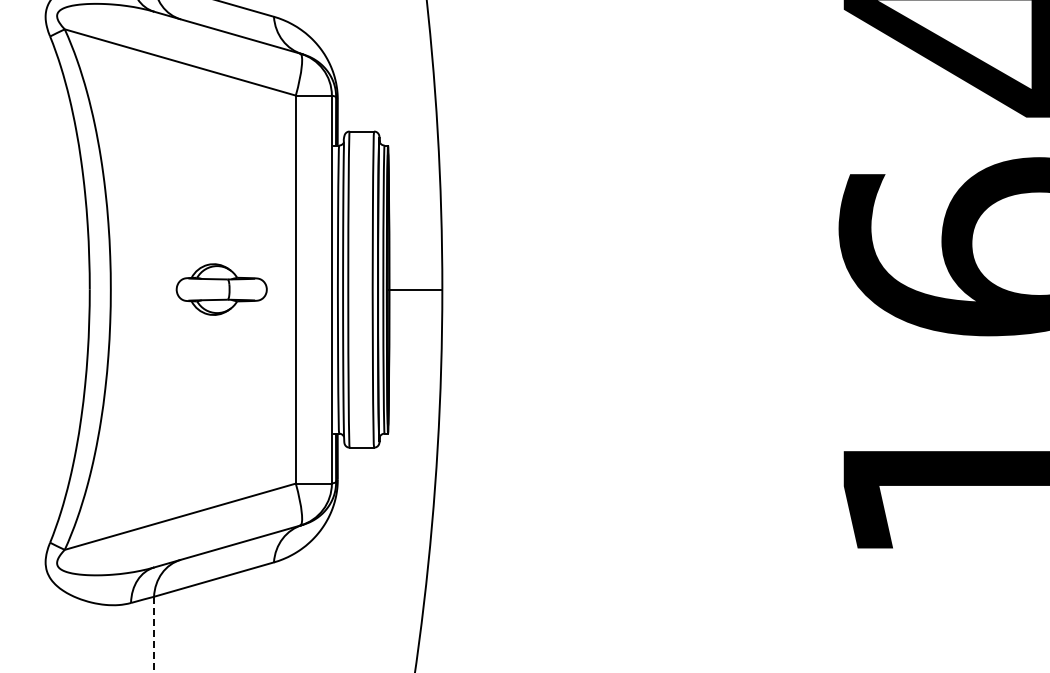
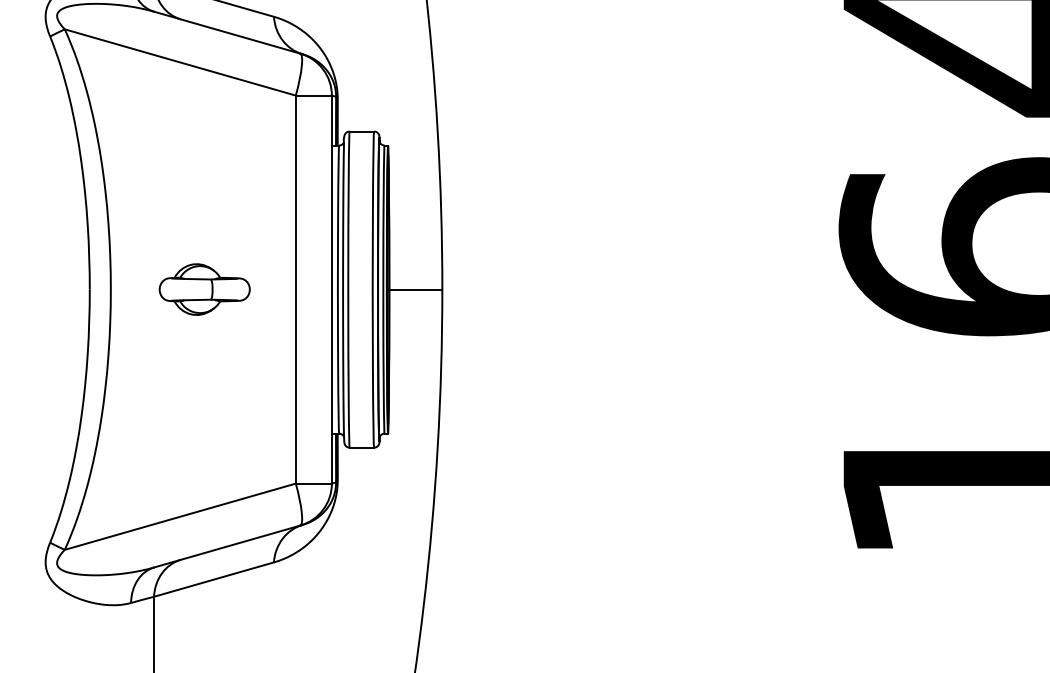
part at (221, 289) position: (221, 289) -> (204, 289)
line at (154, 634): dashed -> solid
